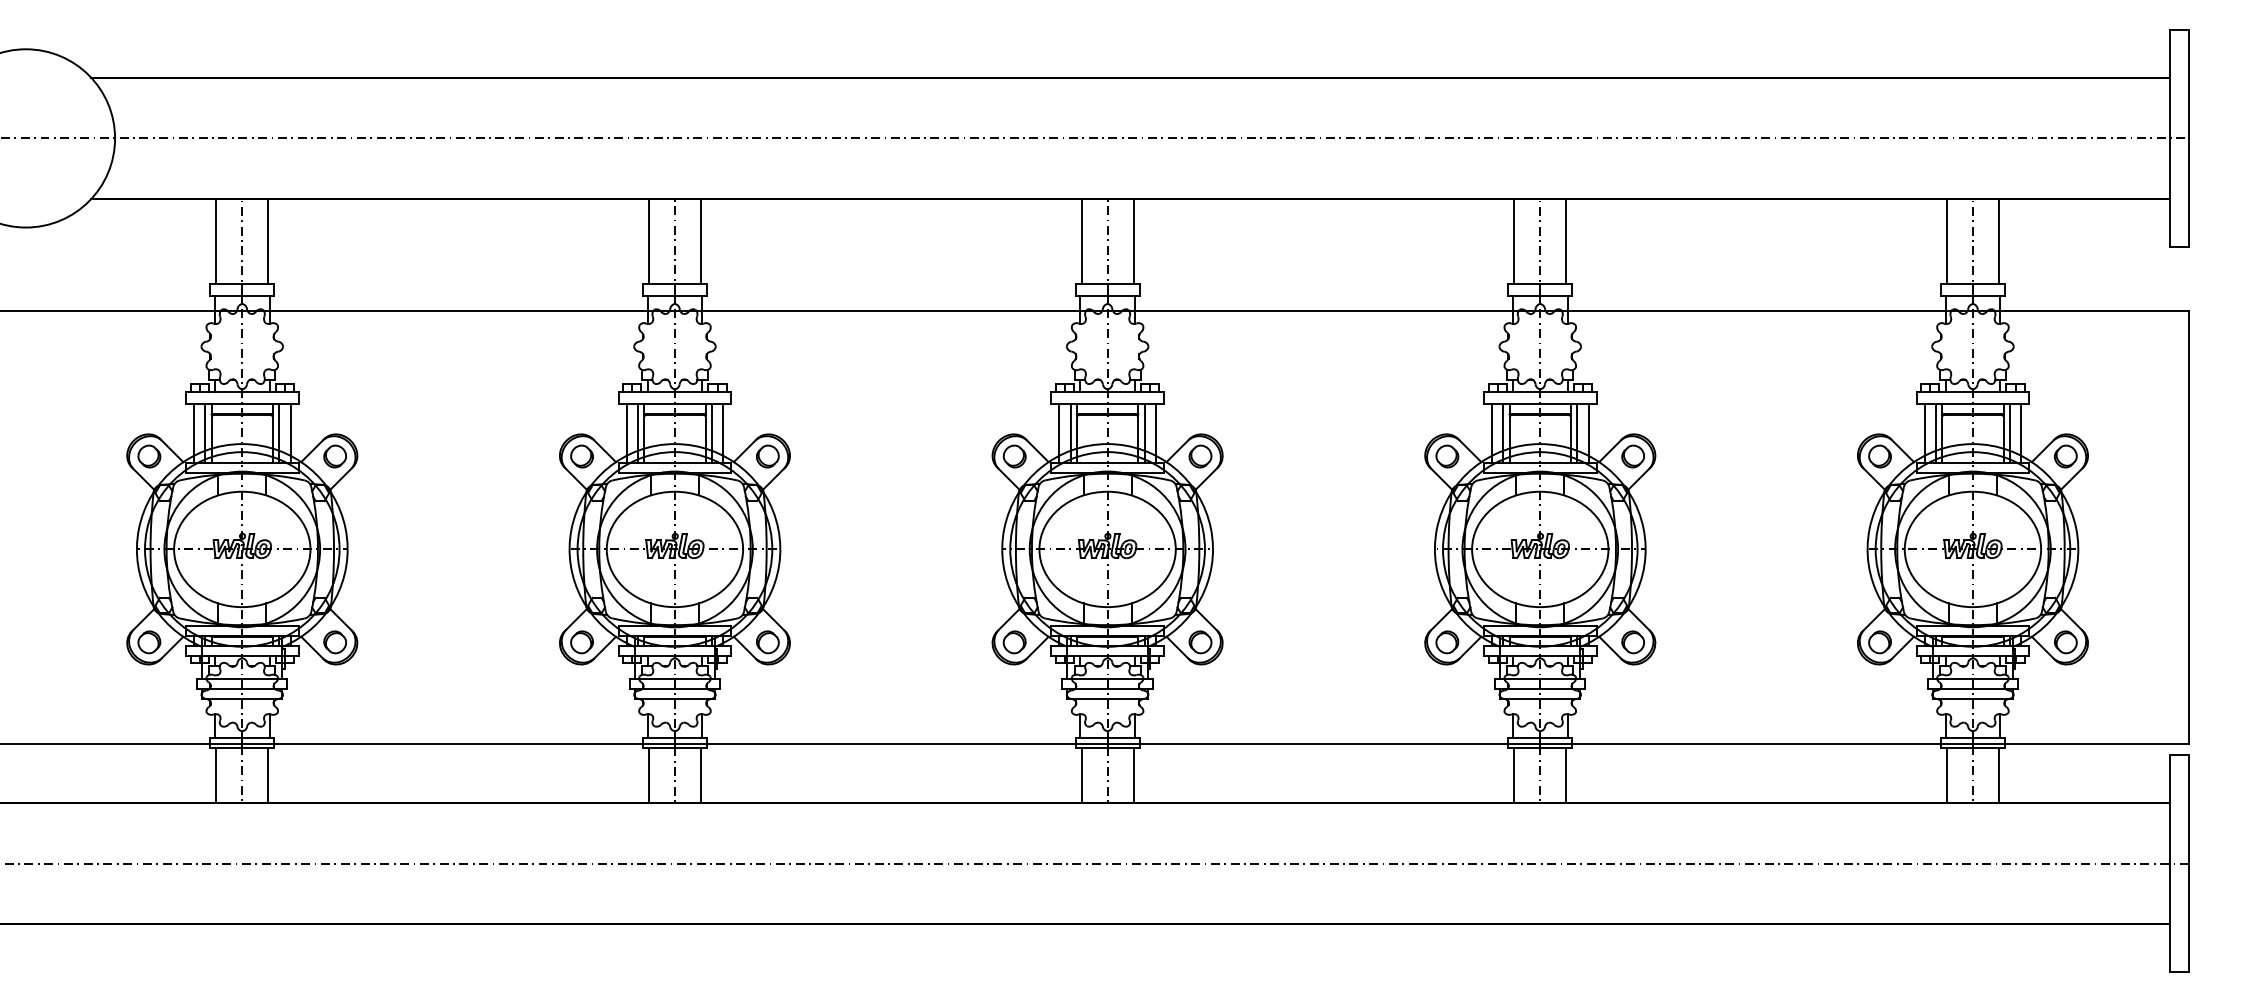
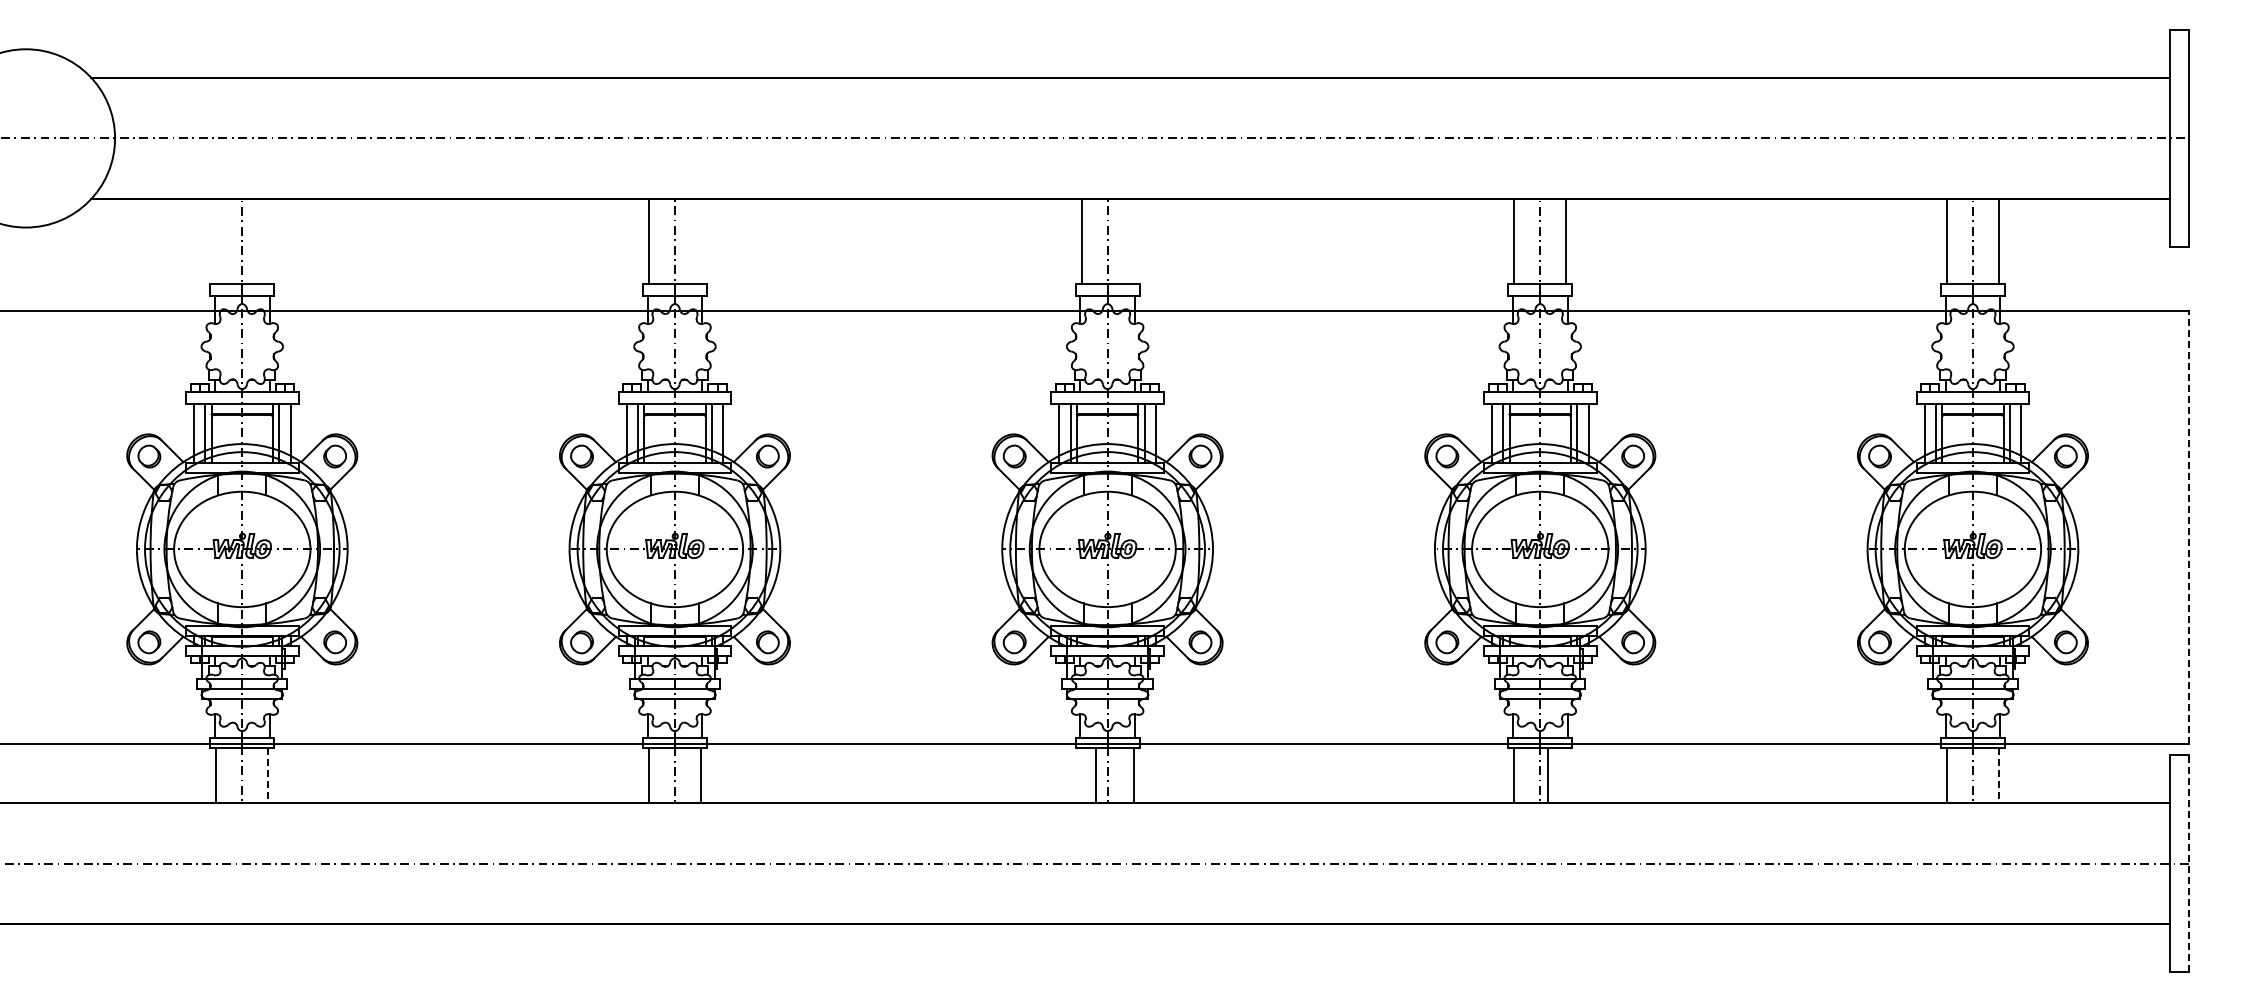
line at (216, 240): present -> none
line at (268, 240): present -> none
line at (701, 240): present -> none
line at (1133, 240): present -> none
line at (2189, 527): solid -> dashed
line at (1081, 775) position: (1081, 775) -> (1095, 775)
line at (1566, 775) position: (1566, 775) -> (1548, 775)
line at (268, 776): solid -> dashed
line at (1999, 776): solid -> dashed
line at (2189, 863): solid -> dashed
